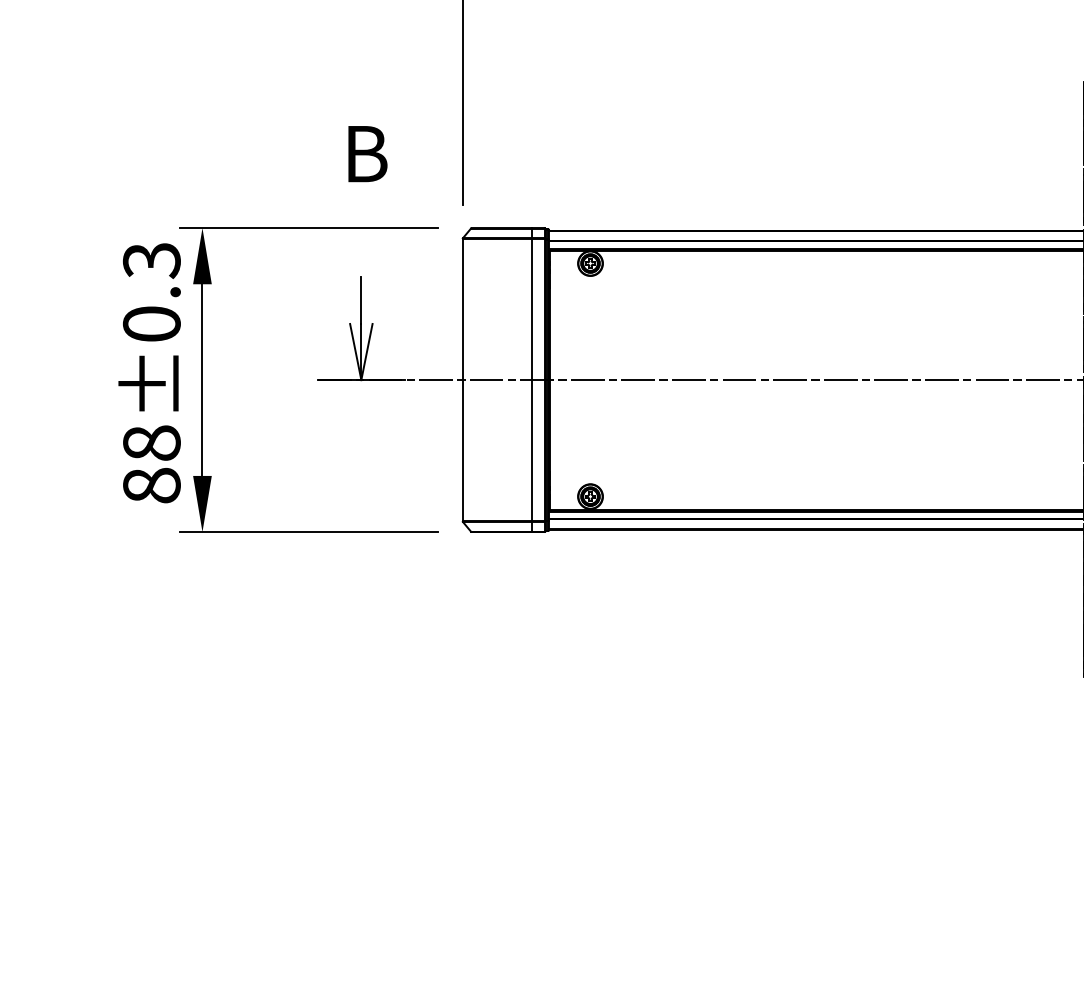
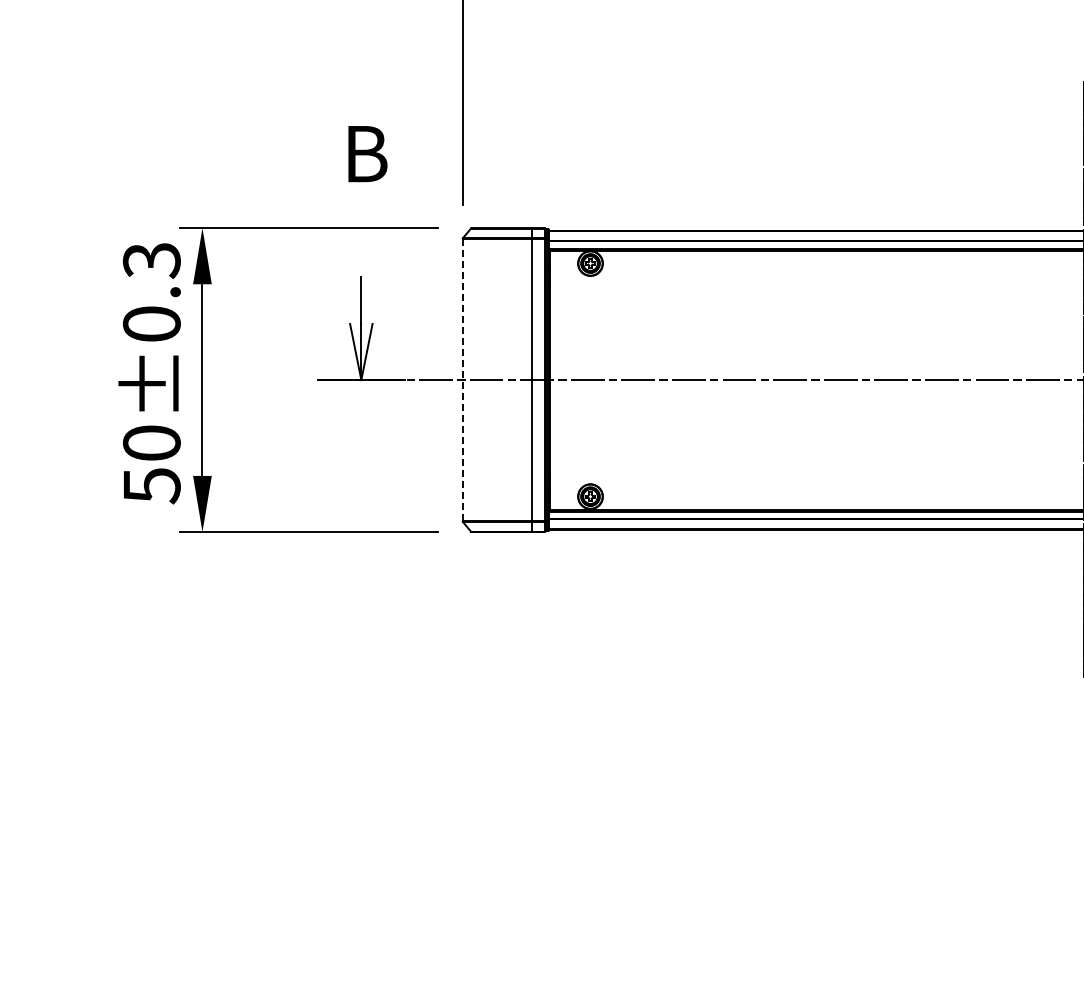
line at (462, 380): solid -> dashed
text at (151, 464): 88±0.3 -> 50±0.3
